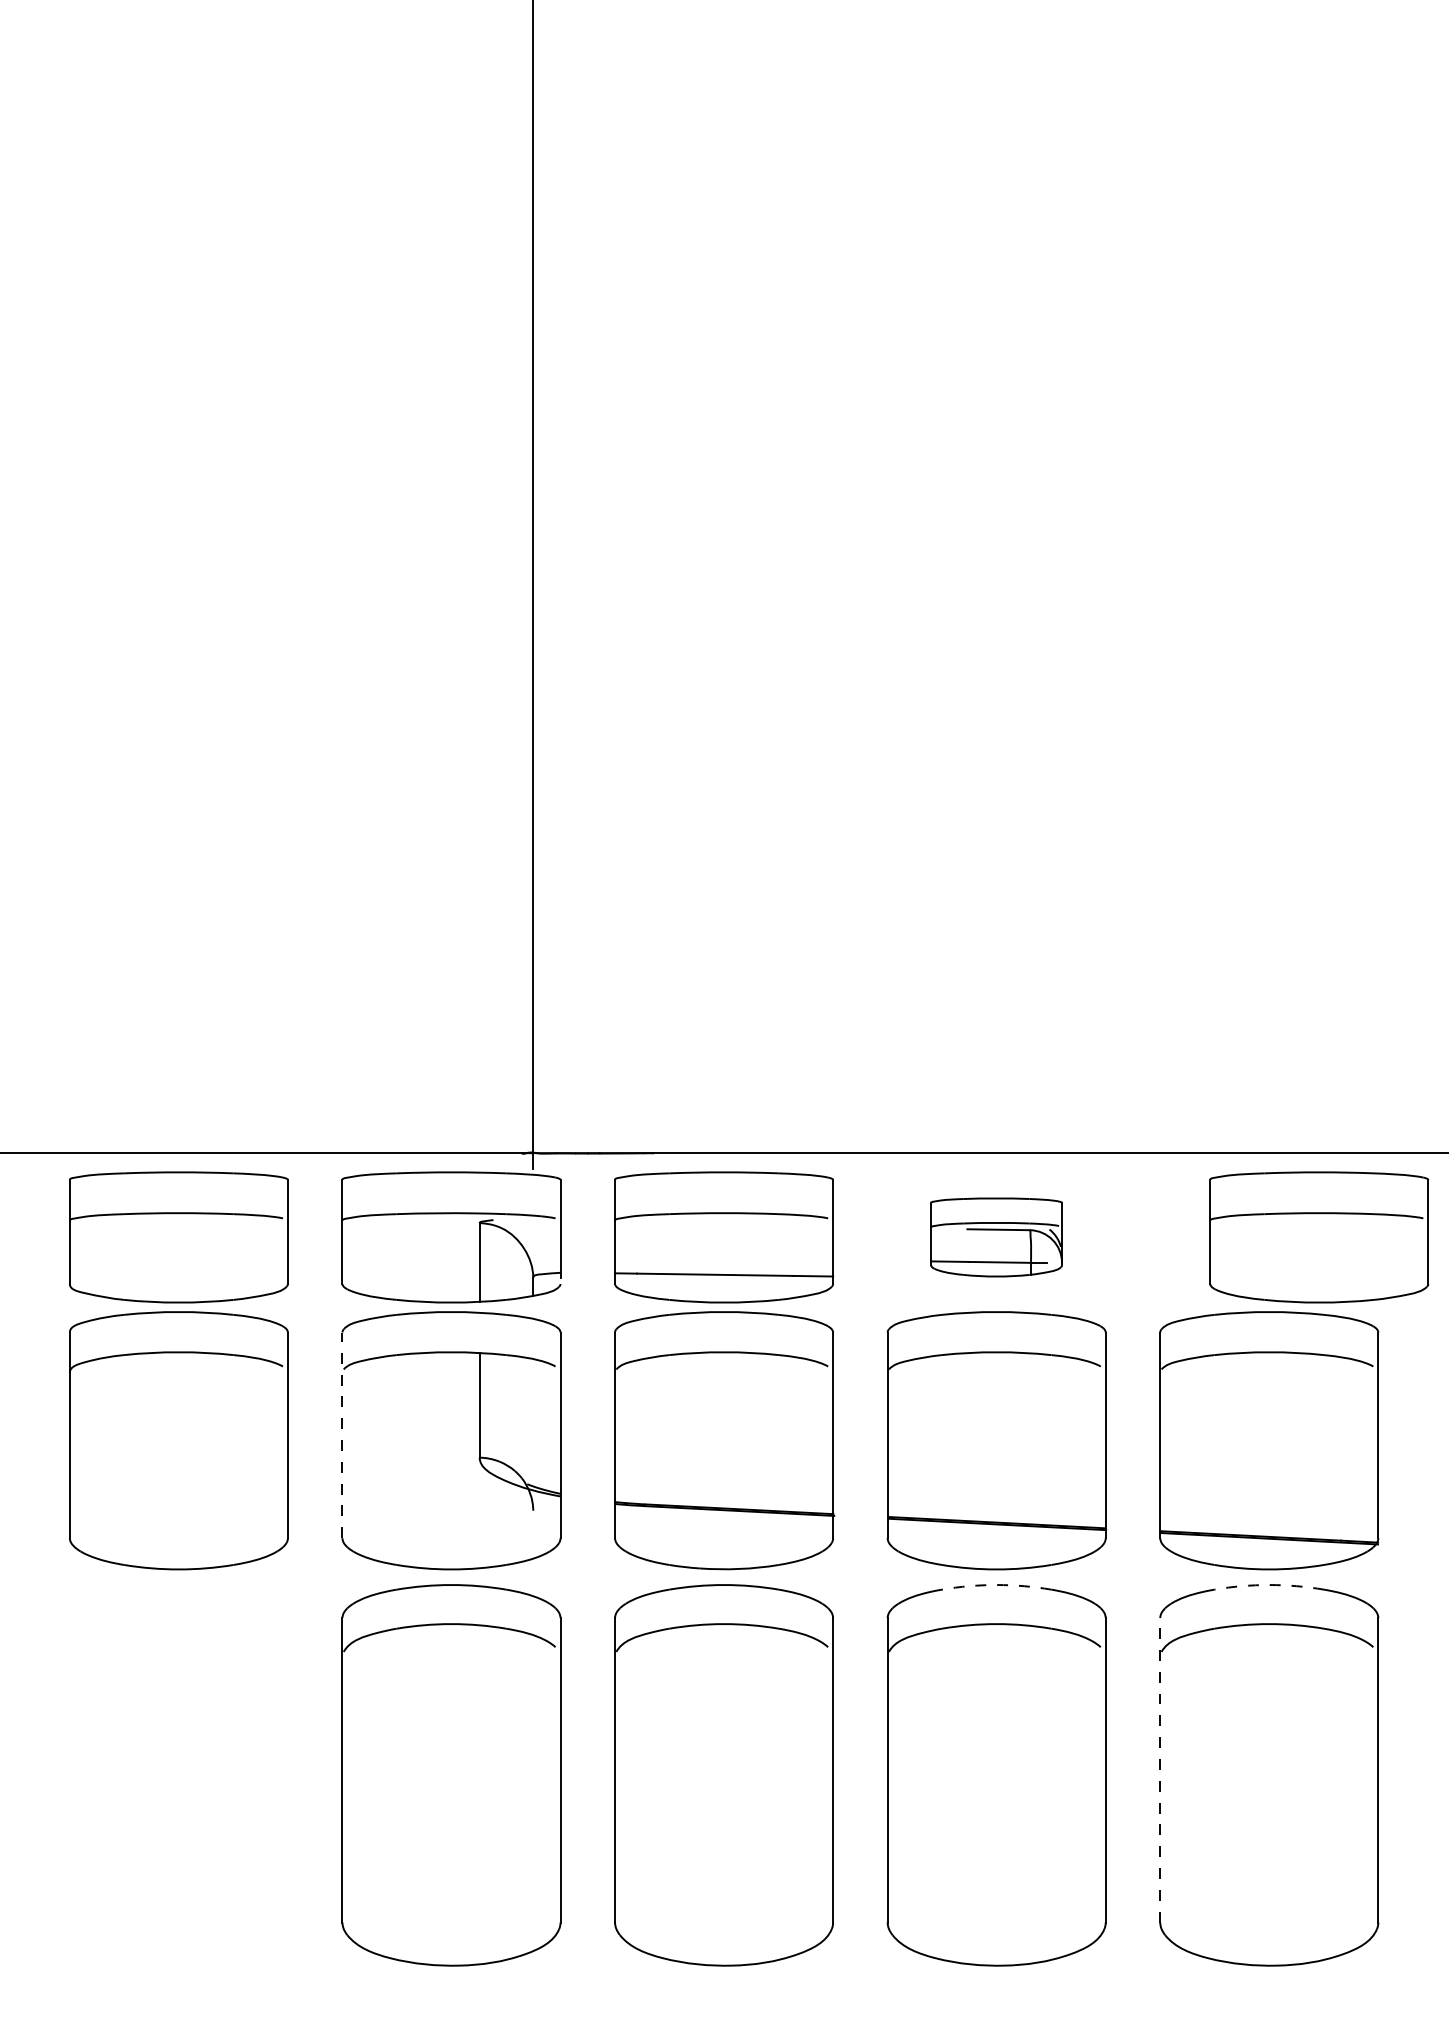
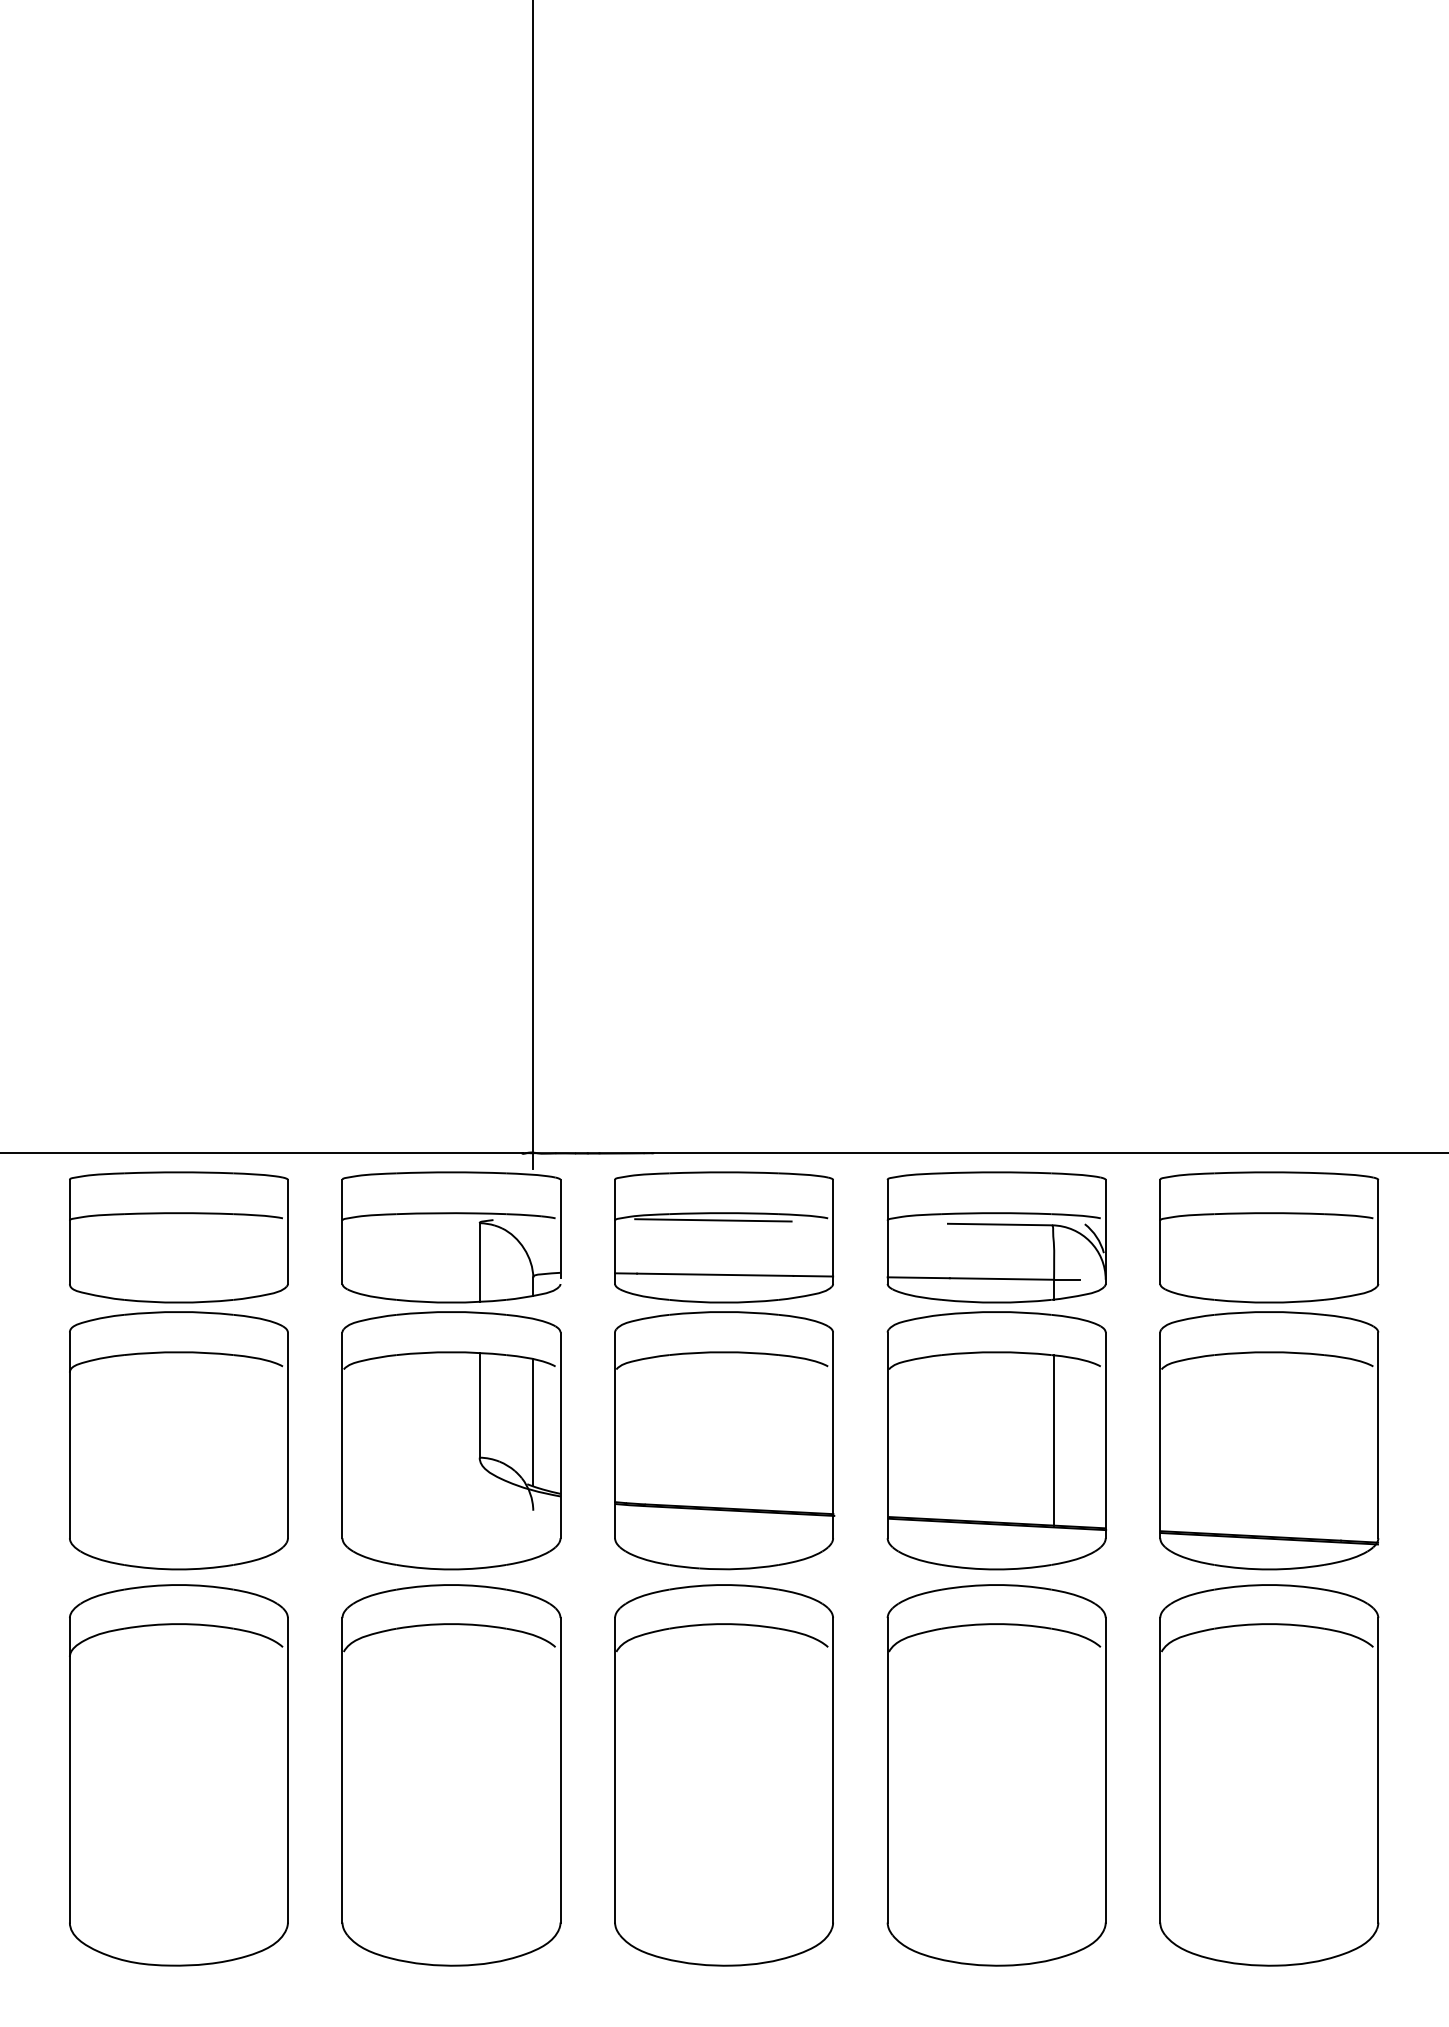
line at (713, 1220): none -> present
part at (996, 1237) size: 133x81 px -> 221x133 px
part at (1319, 1237) position: (1319, 1237) -> (1269, 1237)
line at (533, 1422): none -> present
line at (342, 1435): dashed -> solid
line at (1054, 1440): none -> present
arc at (996, 1585): dashed -> solid
arc at (1269, 1585): dashed -> solid
line at (1160, 1769): dashed -> solid
part at (178, 1775): none -> present
